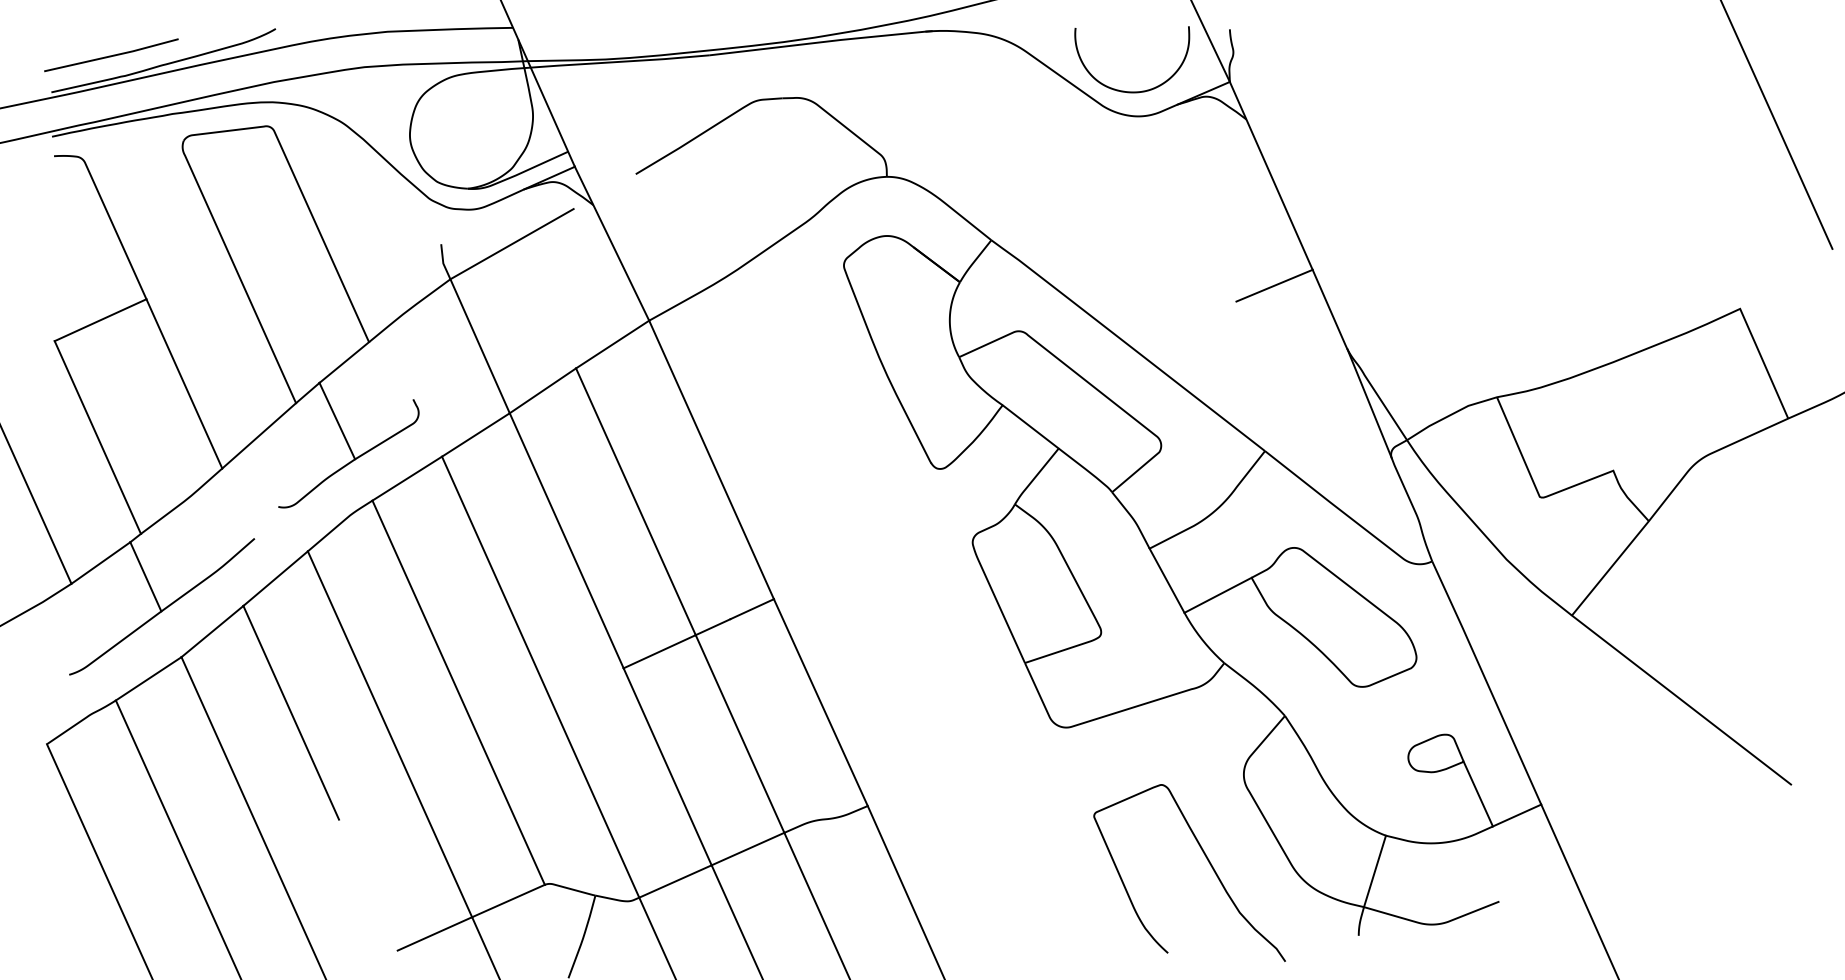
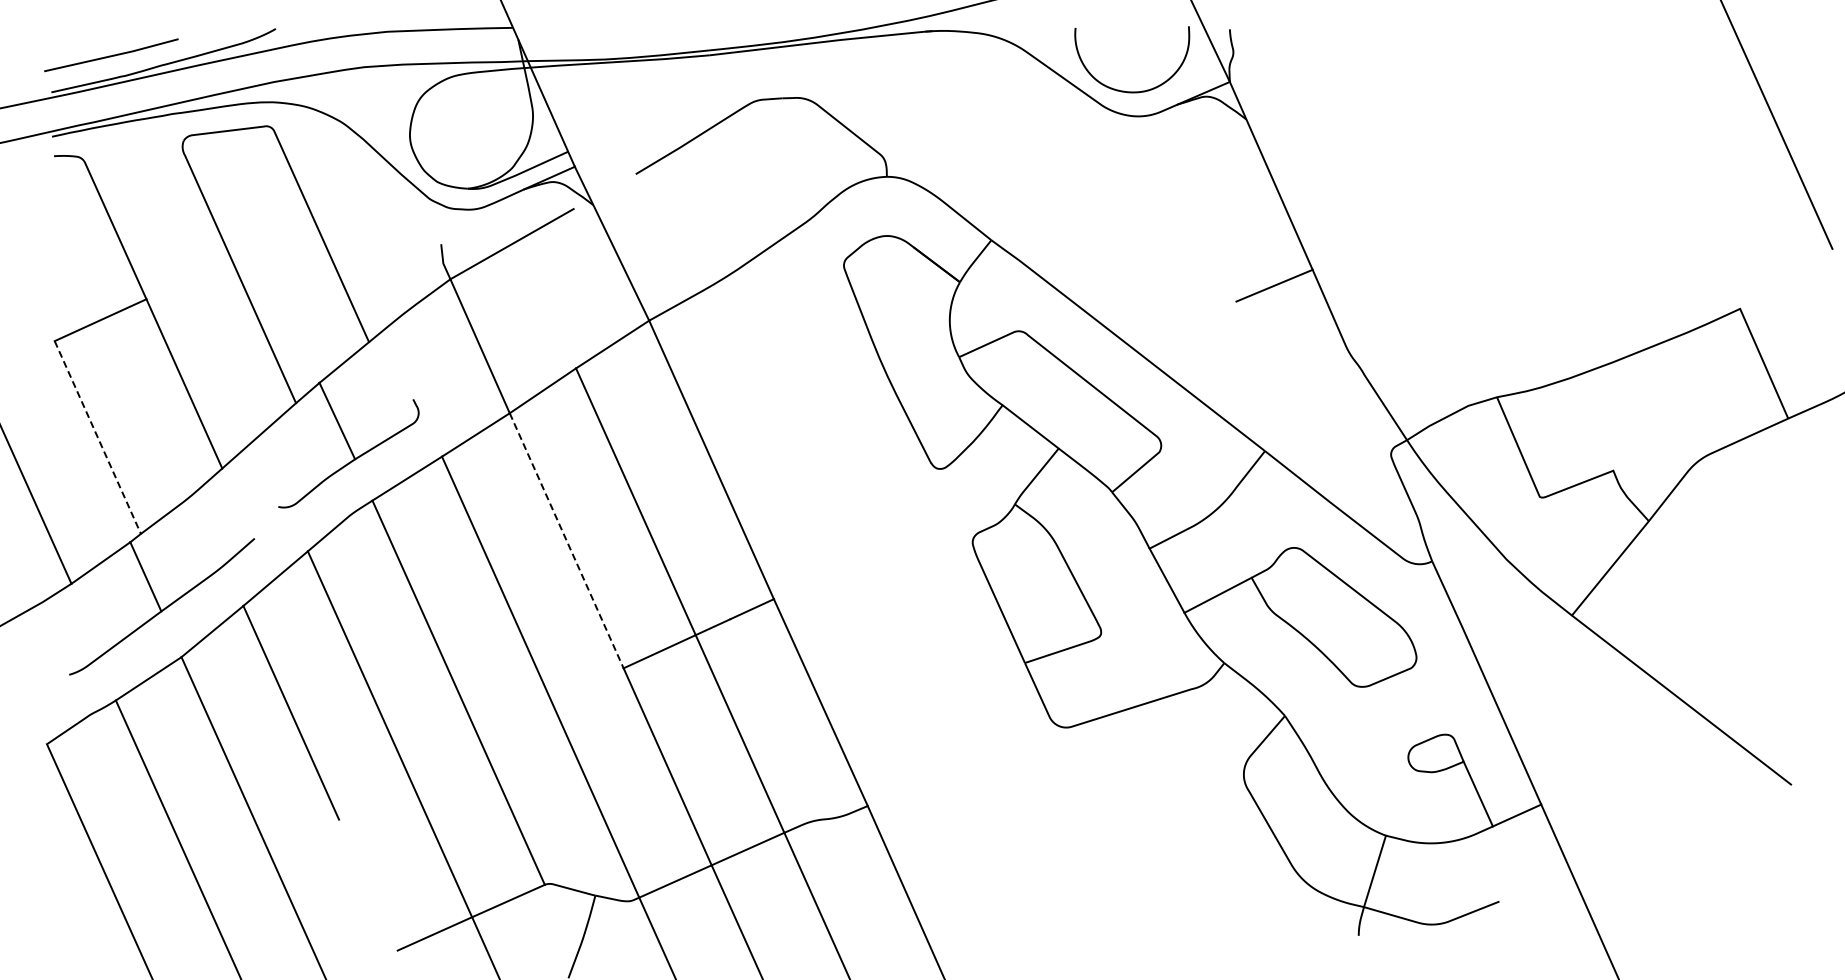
line at (1369, 403): present -> none
line at (97, 437): solid -> dashed
line at (566, 540): solid -> dashed
curve at (1208, 862): present -> none
